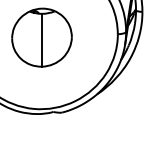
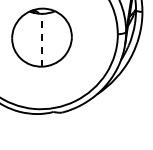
line at (42, 39): solid -> dashed
